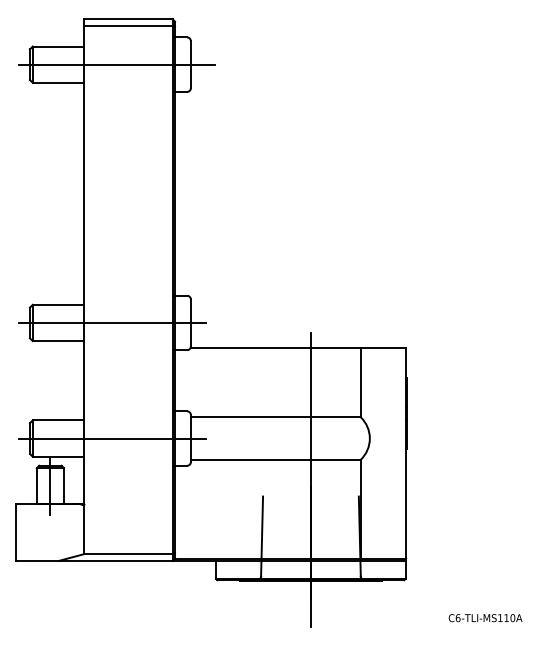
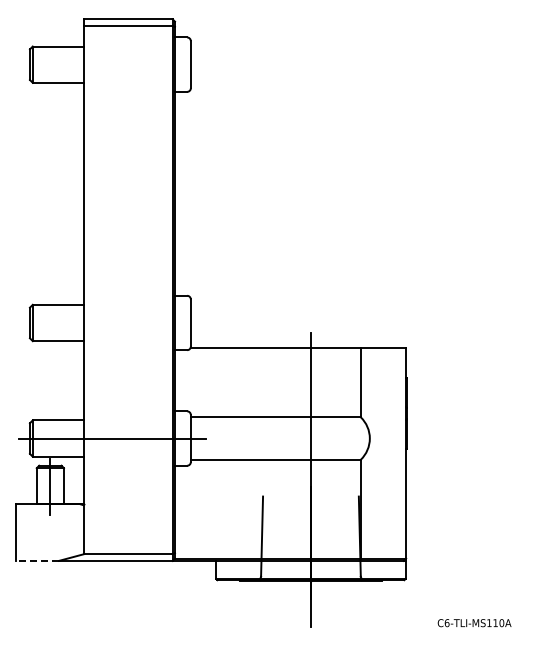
line at (117, 64): present -> none
line at (112, 323): present -> none
line at (37, 560): solid -> dashed
text at (485, 618) position: (485, 618) -> (474, 623)
